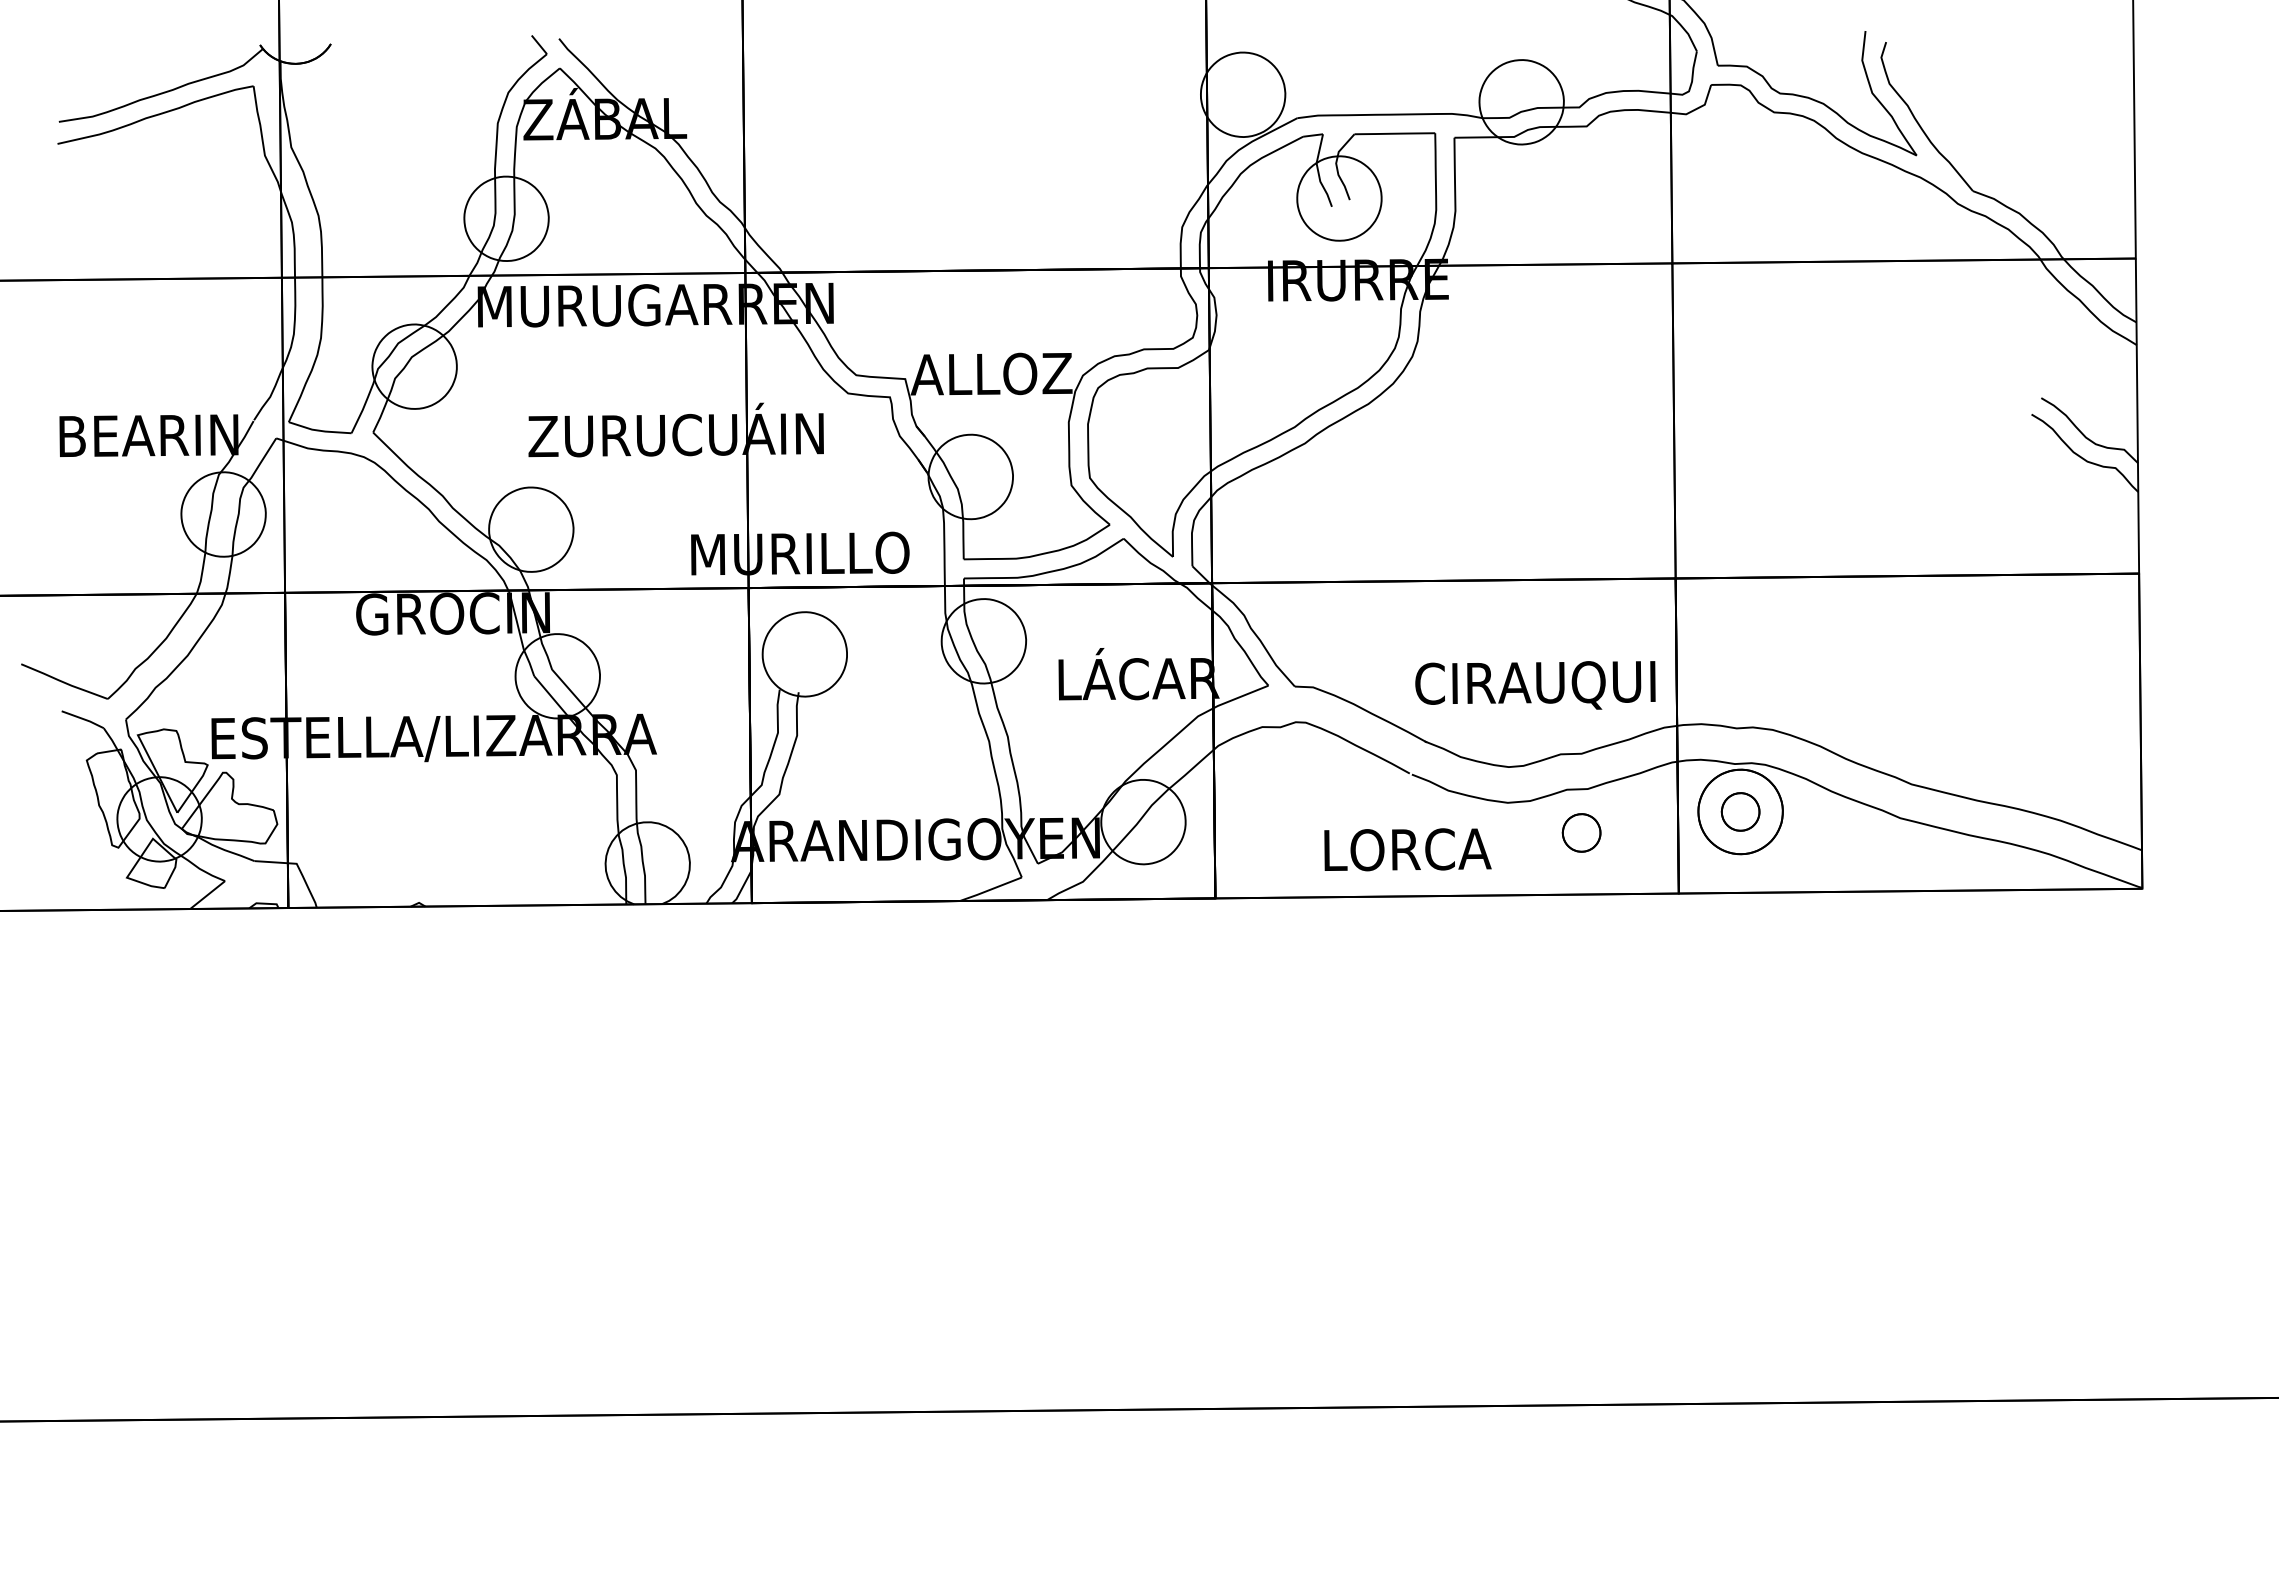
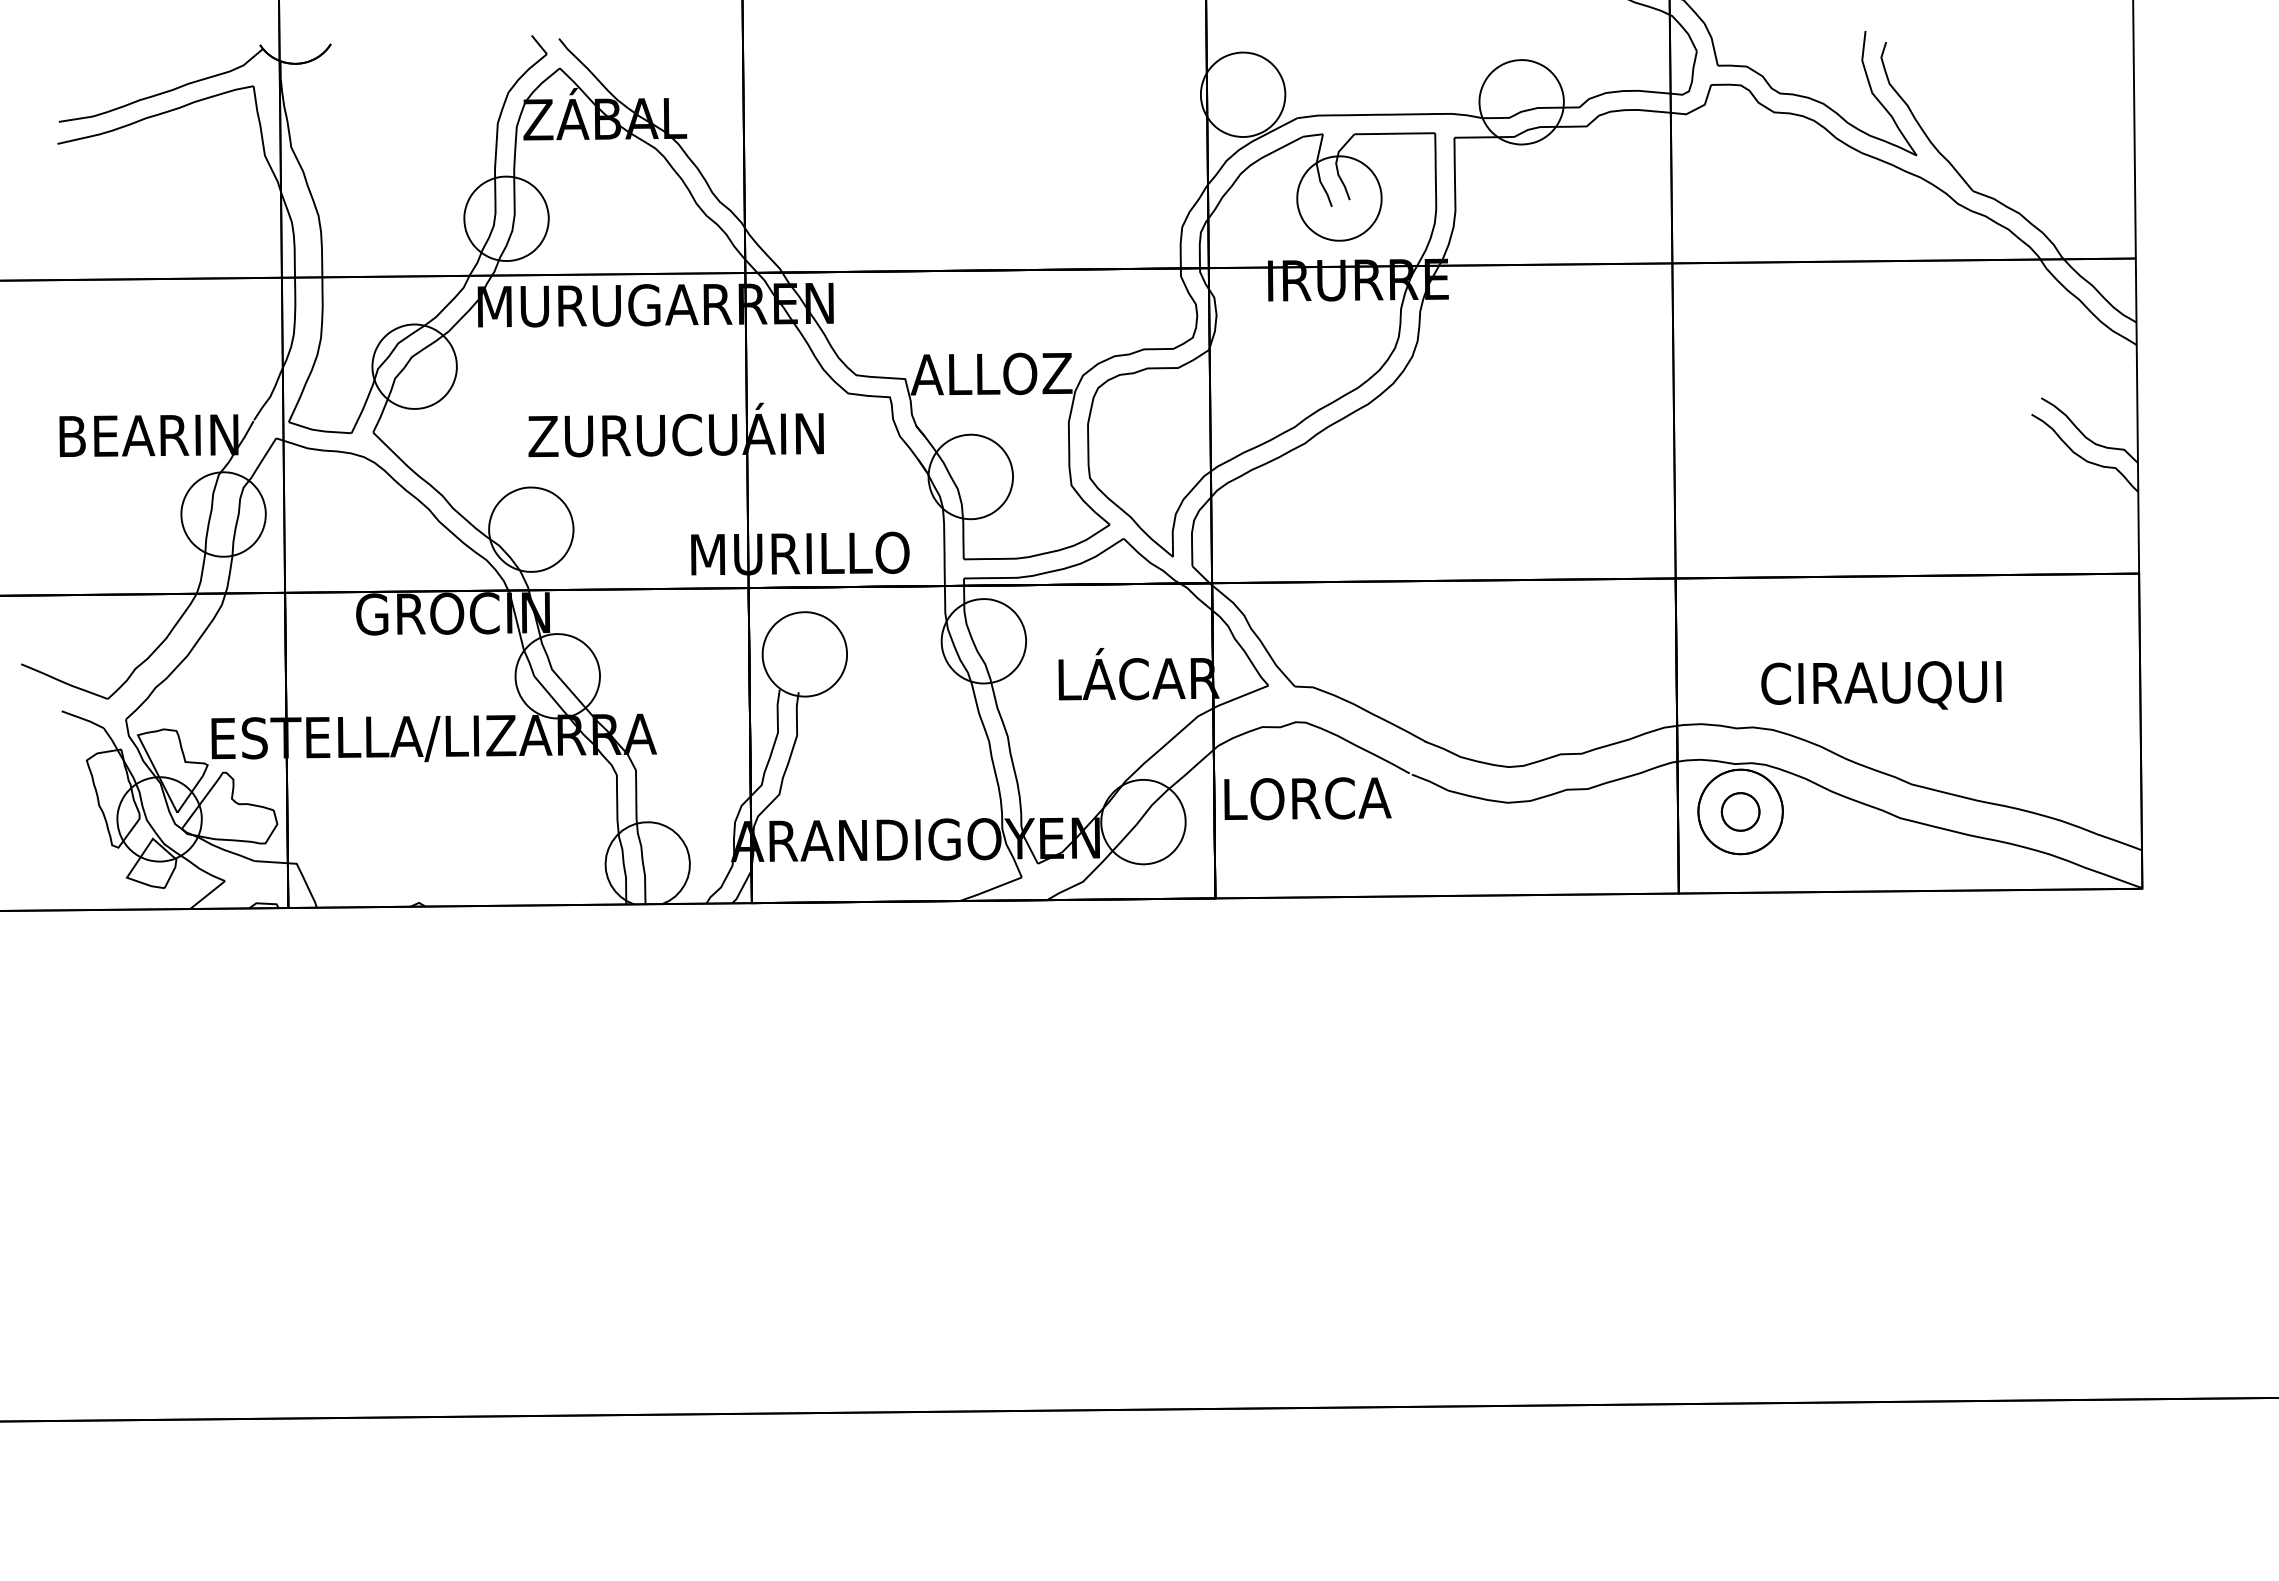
text at (1535, 685) position: (1535, 685) -> (1881, 685)
part at (1581, 832): present -> none
text at (1407, 849) position: (1407, 849) -> (1307, 798)
